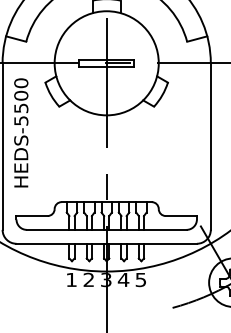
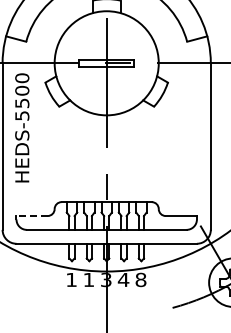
text at (21, 132) position: (21, 132) -> (22, 127)
line at (32, 216): solid -> dashed
text at (88, 279): 2 -> 1
text at (140, 279): 5 -> 8
